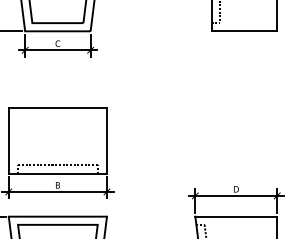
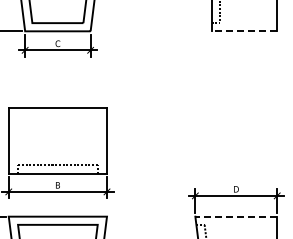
line at (244, 31): solid -> dashed
line at (236, 216): solid -> dashed
